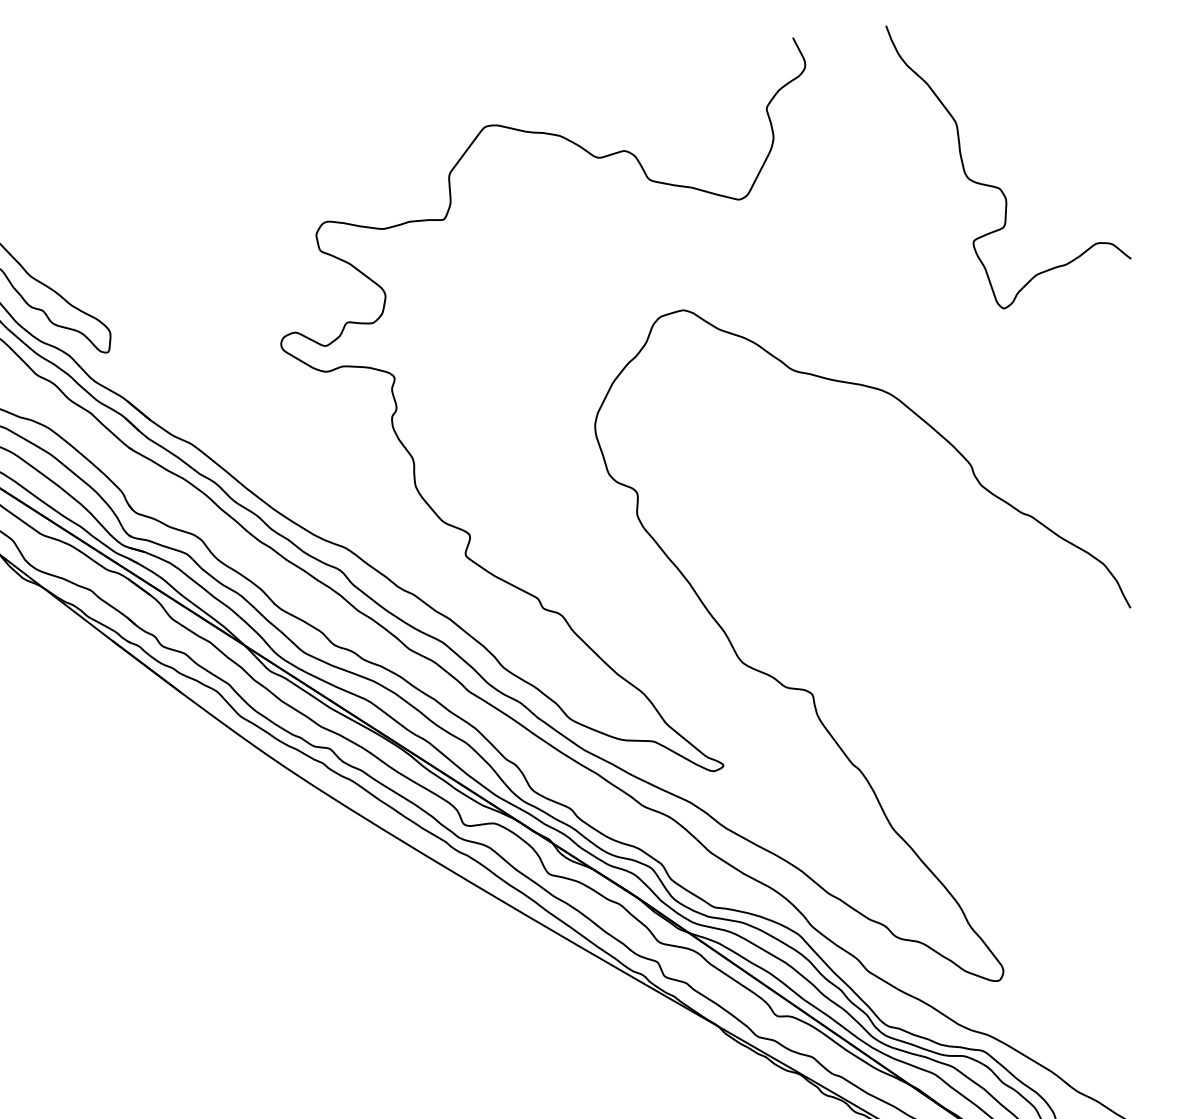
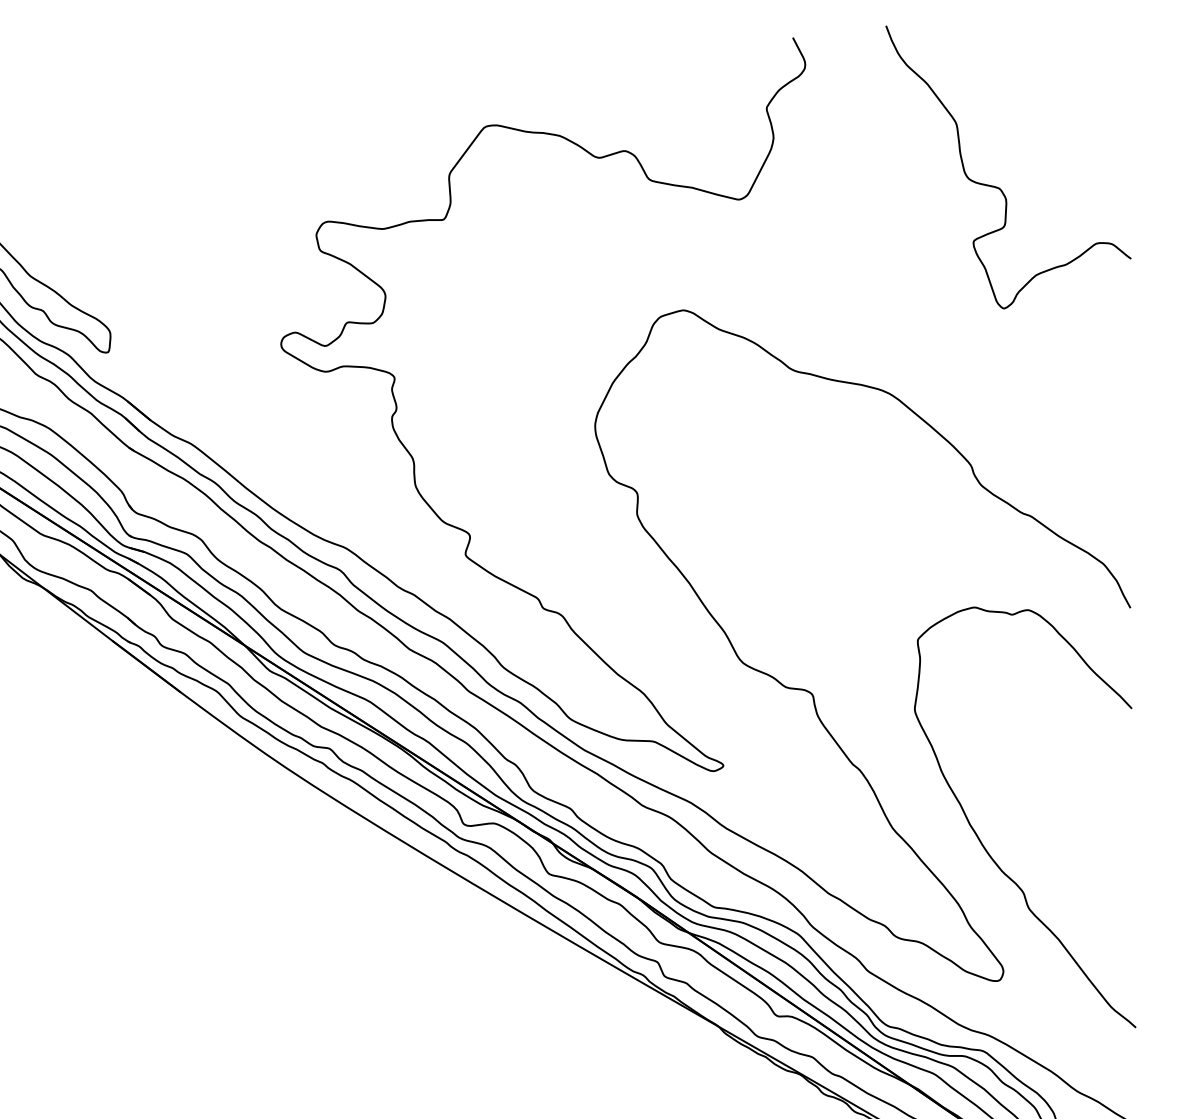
curve at (982, 842): none -> present
